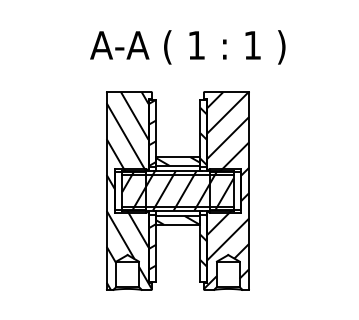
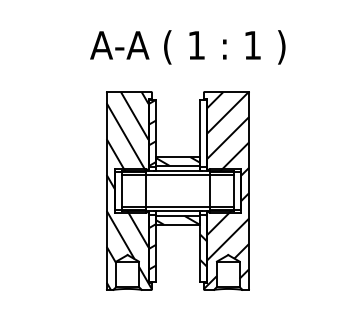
hatch at (203, 136): present -> none
hatch at (177, 190): present -> none
